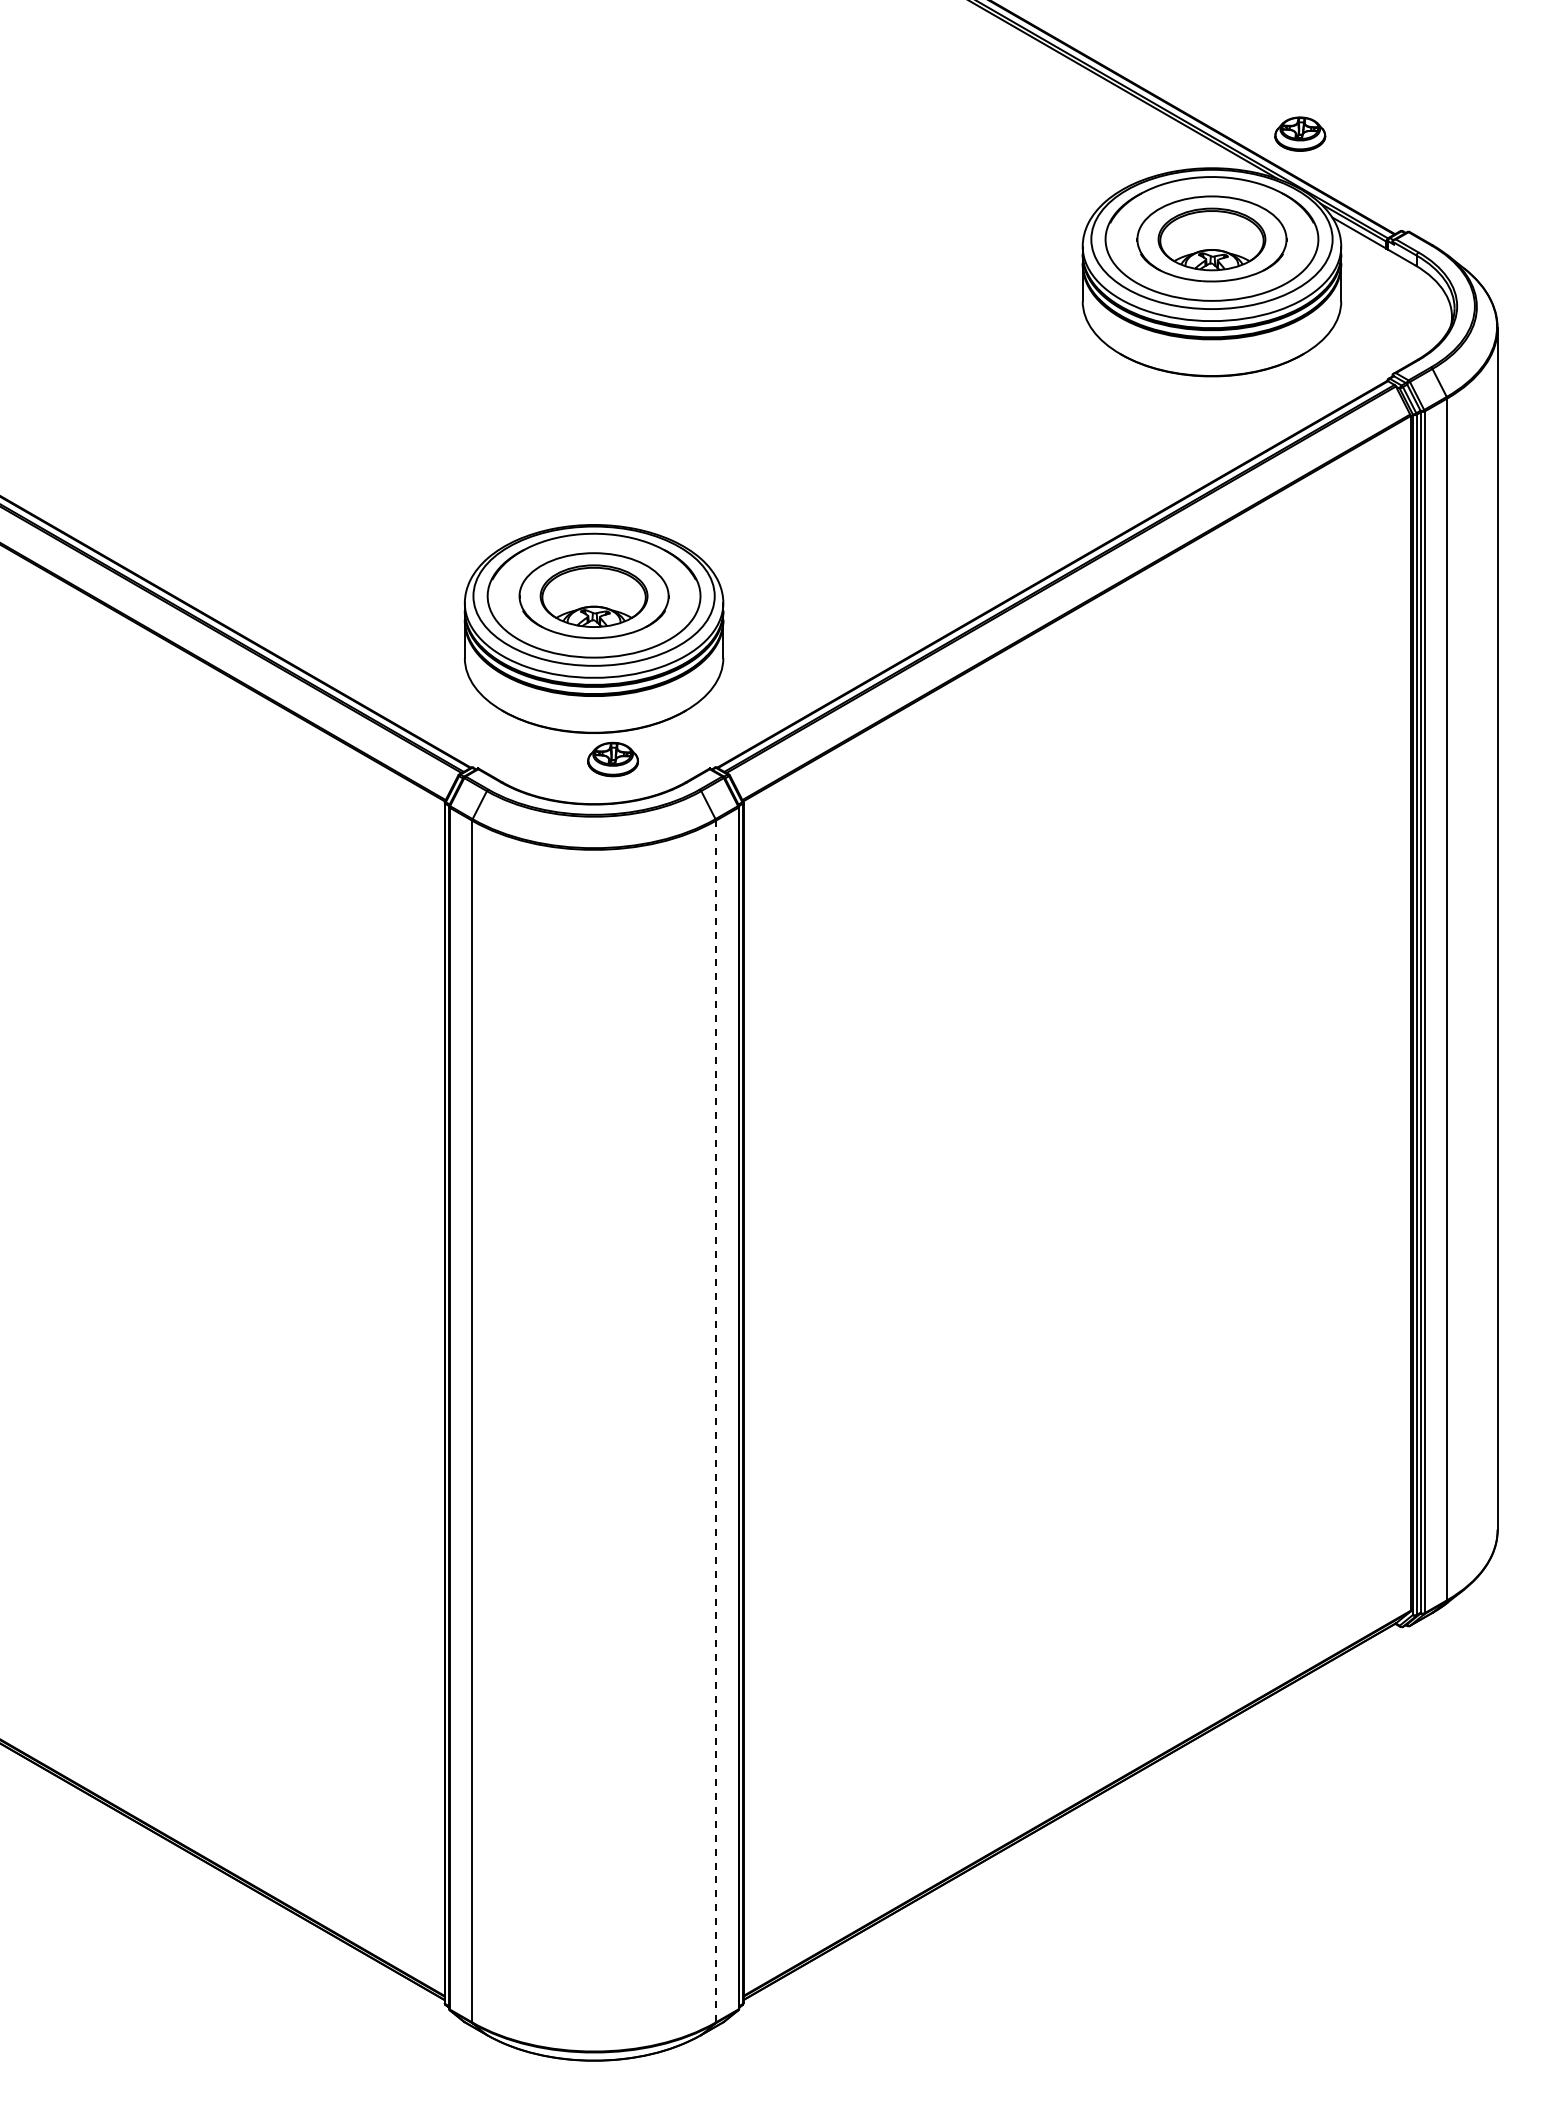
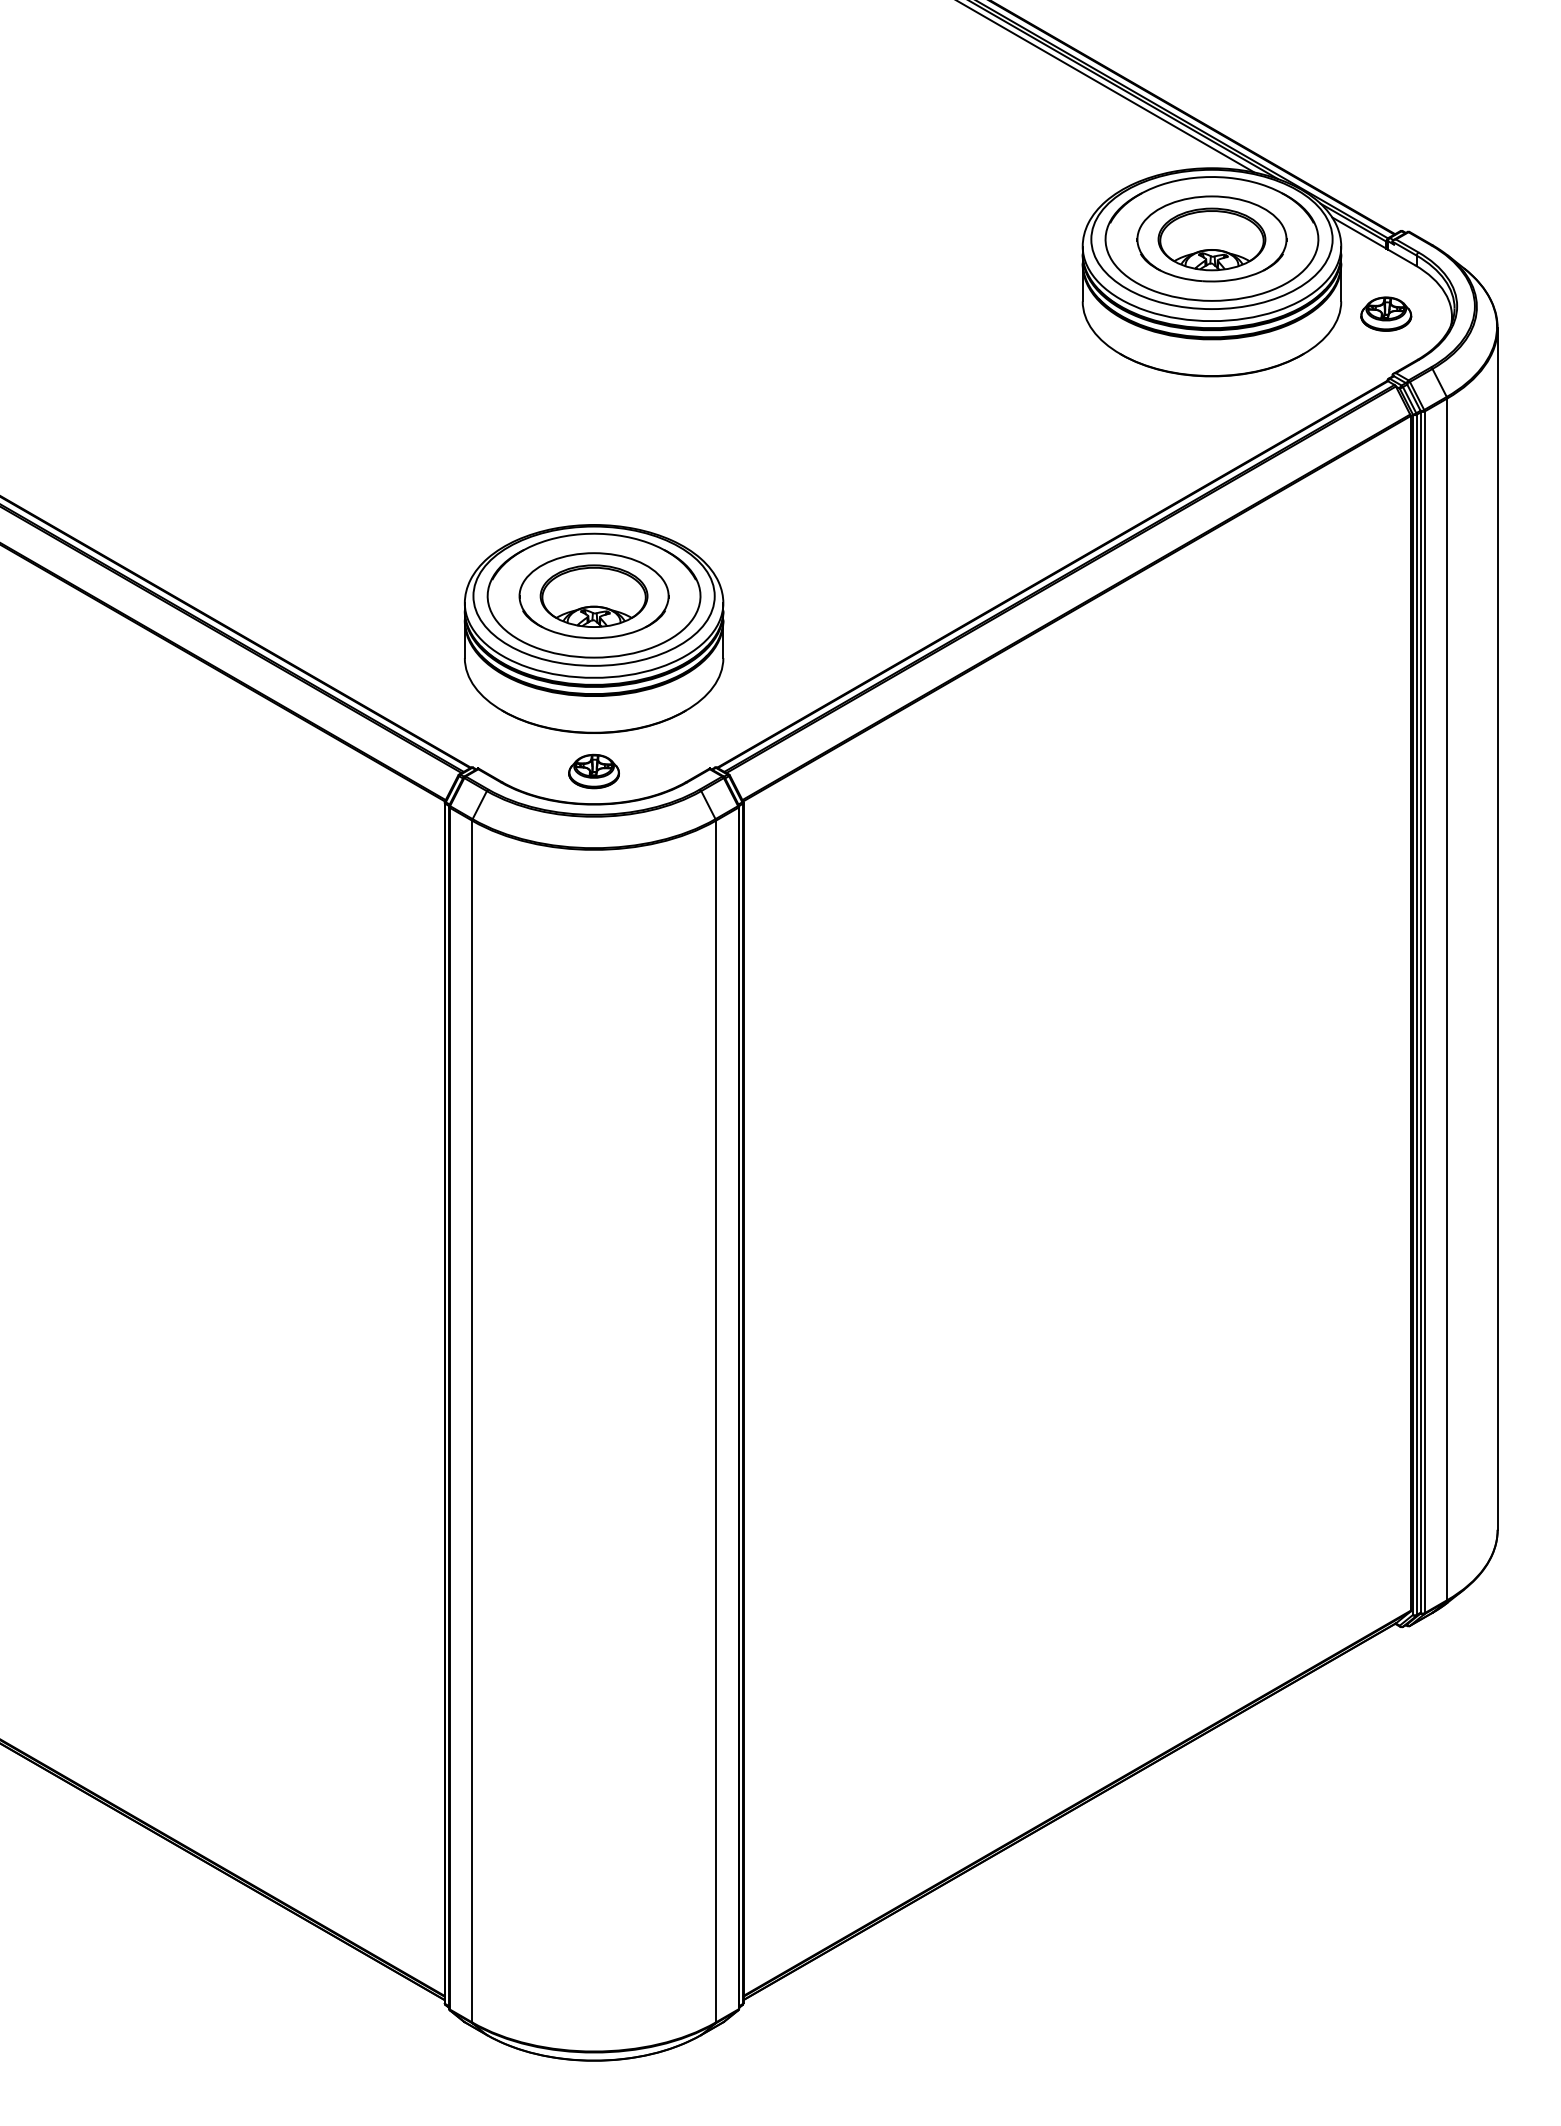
line at (1106, 87): none -> present
part at (1300, 133) position: (1300, 133) -> (1386, 313)
part at (612, 759) position: (612, 759) -> (593, 771)
line at (715, 1421): dashed -> solid
